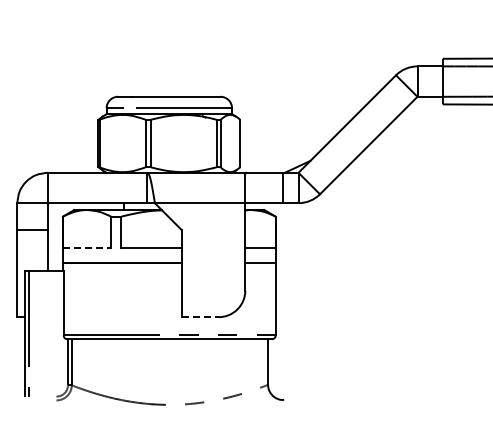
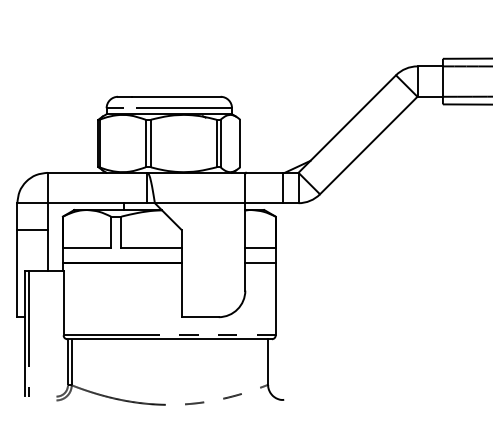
line at (87, 248): dashed -> solid
line at (200, 317): dashed -> solid
